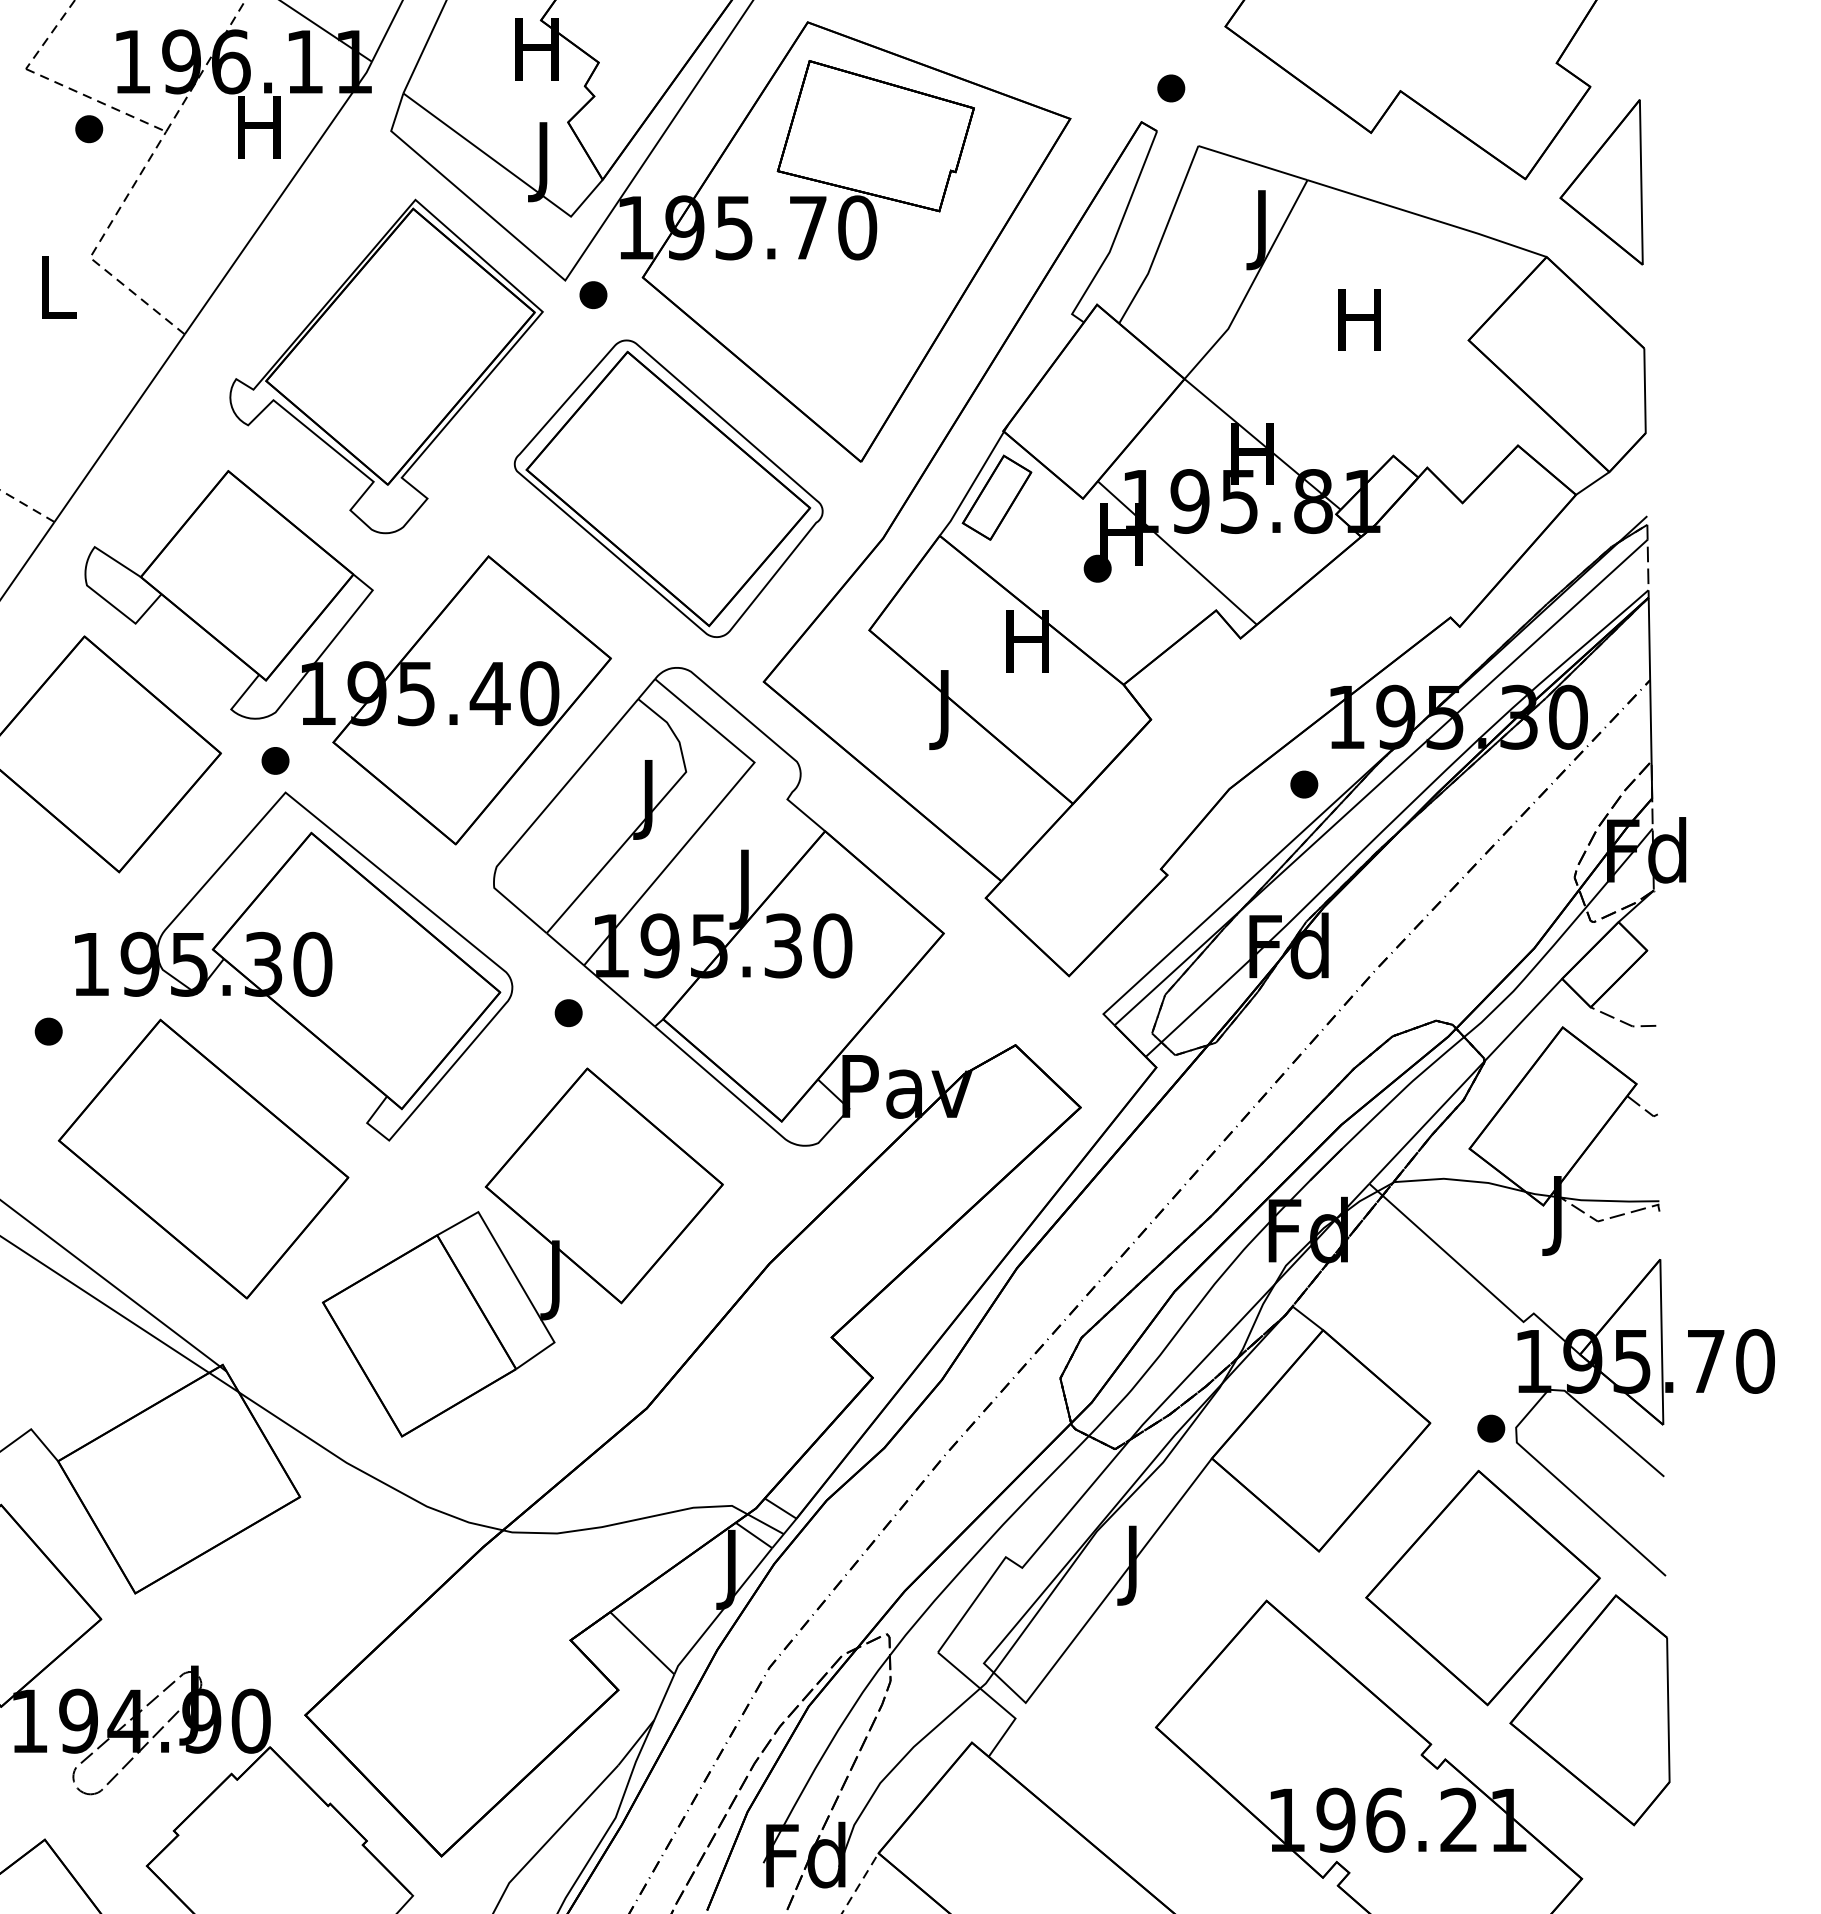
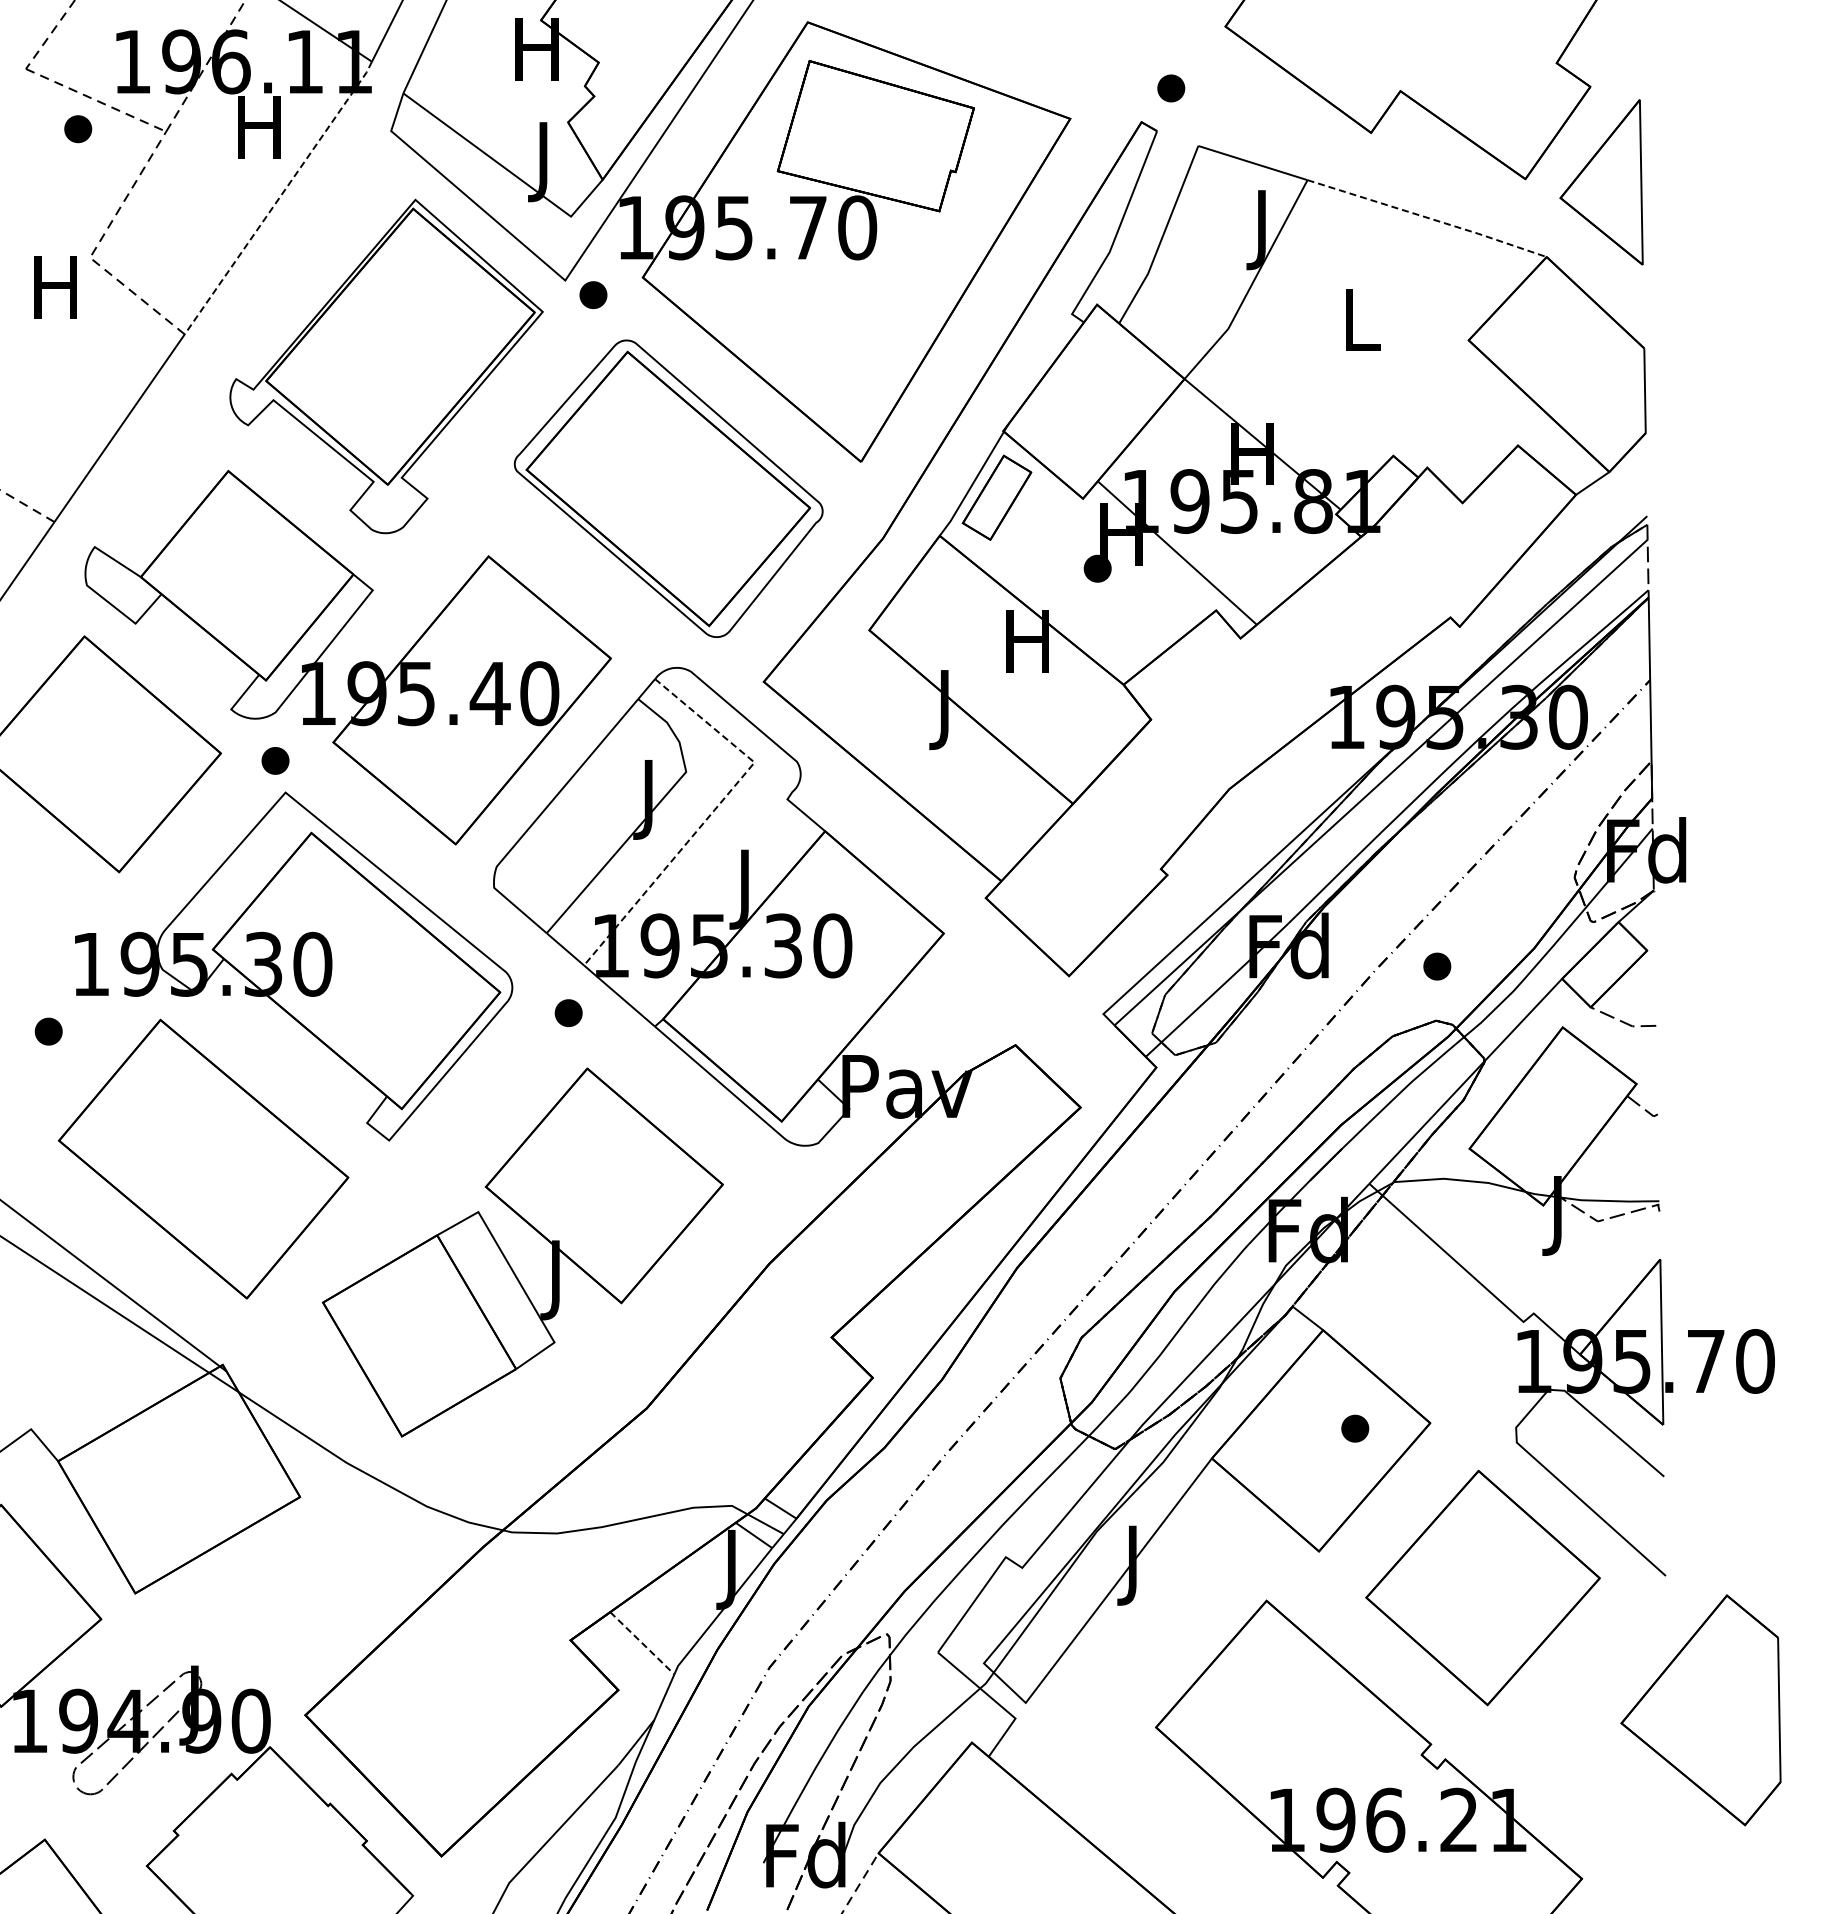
part at (89, 129) position: (89, 129) -> (78, 129)
line at (279, 198): solid -> dashed
line at (1428, 218): solid -> dashed
text at (55, 287): L -> H
text at (1359, 319): H -> L
part at (1304, 784) position: (1304, 784) -> (1437, 966)
line at (711, 814): solid -> dashed
part at (1491, 1428) position: (1491, 1428) -> (1355, 1428)
line at (642, 1643): solid -> dashed
part at (1589, 1710) position: (1589, 1710) -> (1700, 1710)
